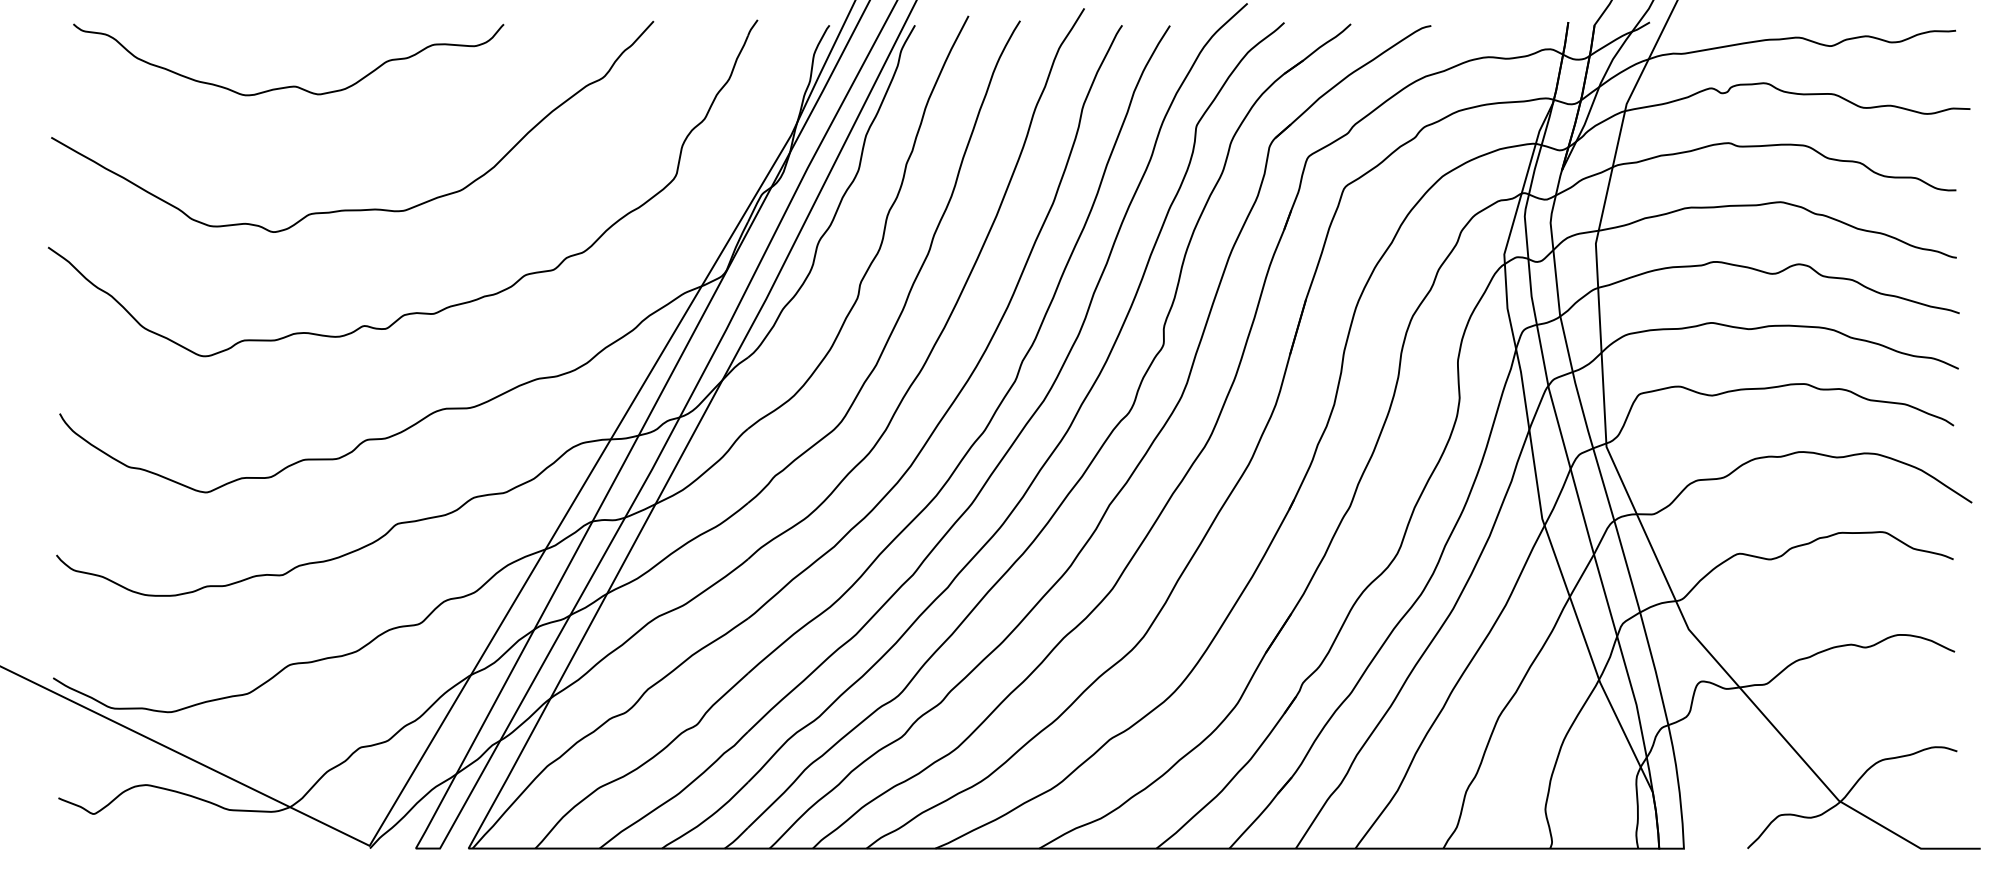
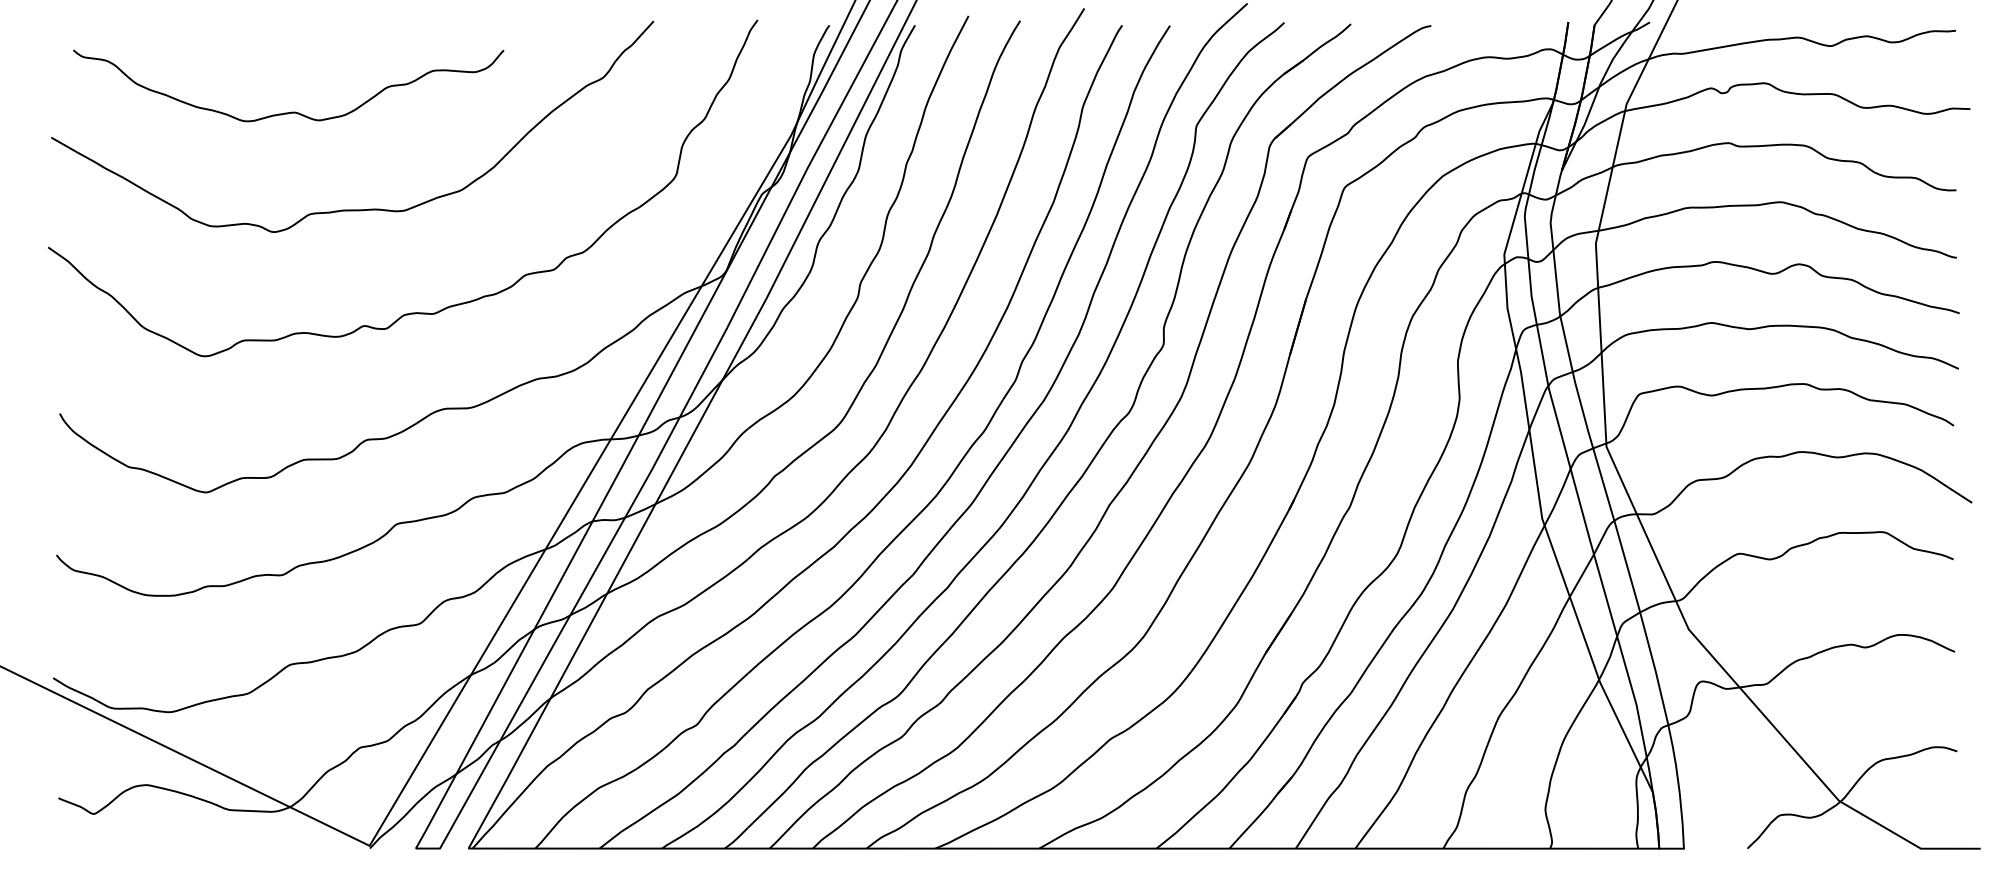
curve at (291, 85) position: (291, 85) -> (291, 111)
